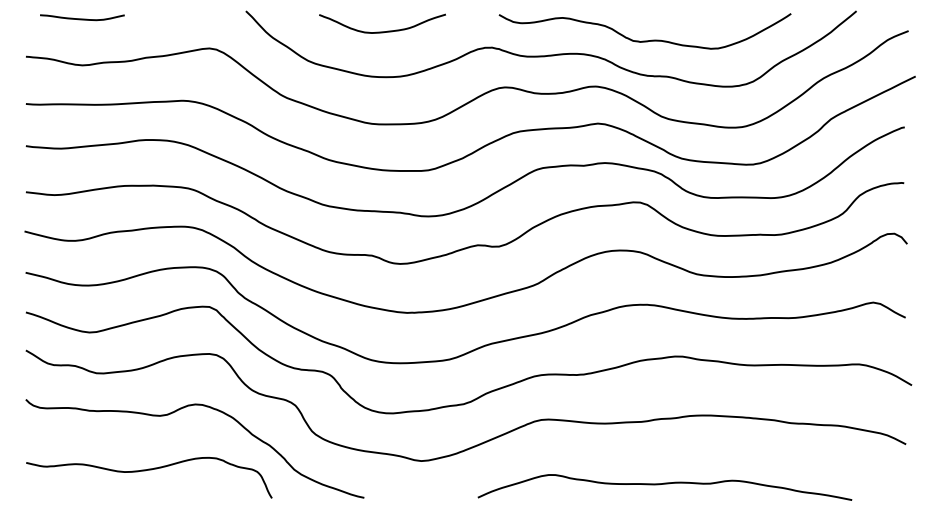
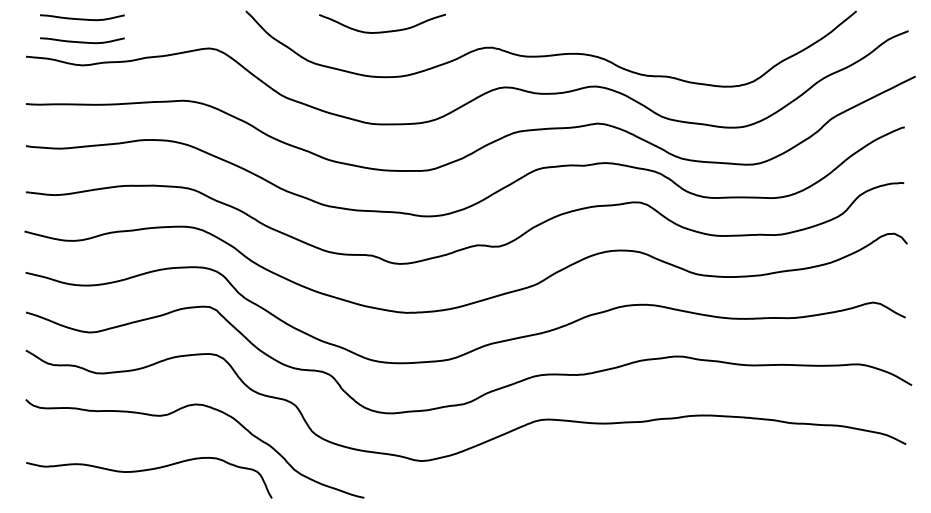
curve at (644, 40): present -> none
curve at (82, 41): none -> present
curve at (664, 484): present -> none
